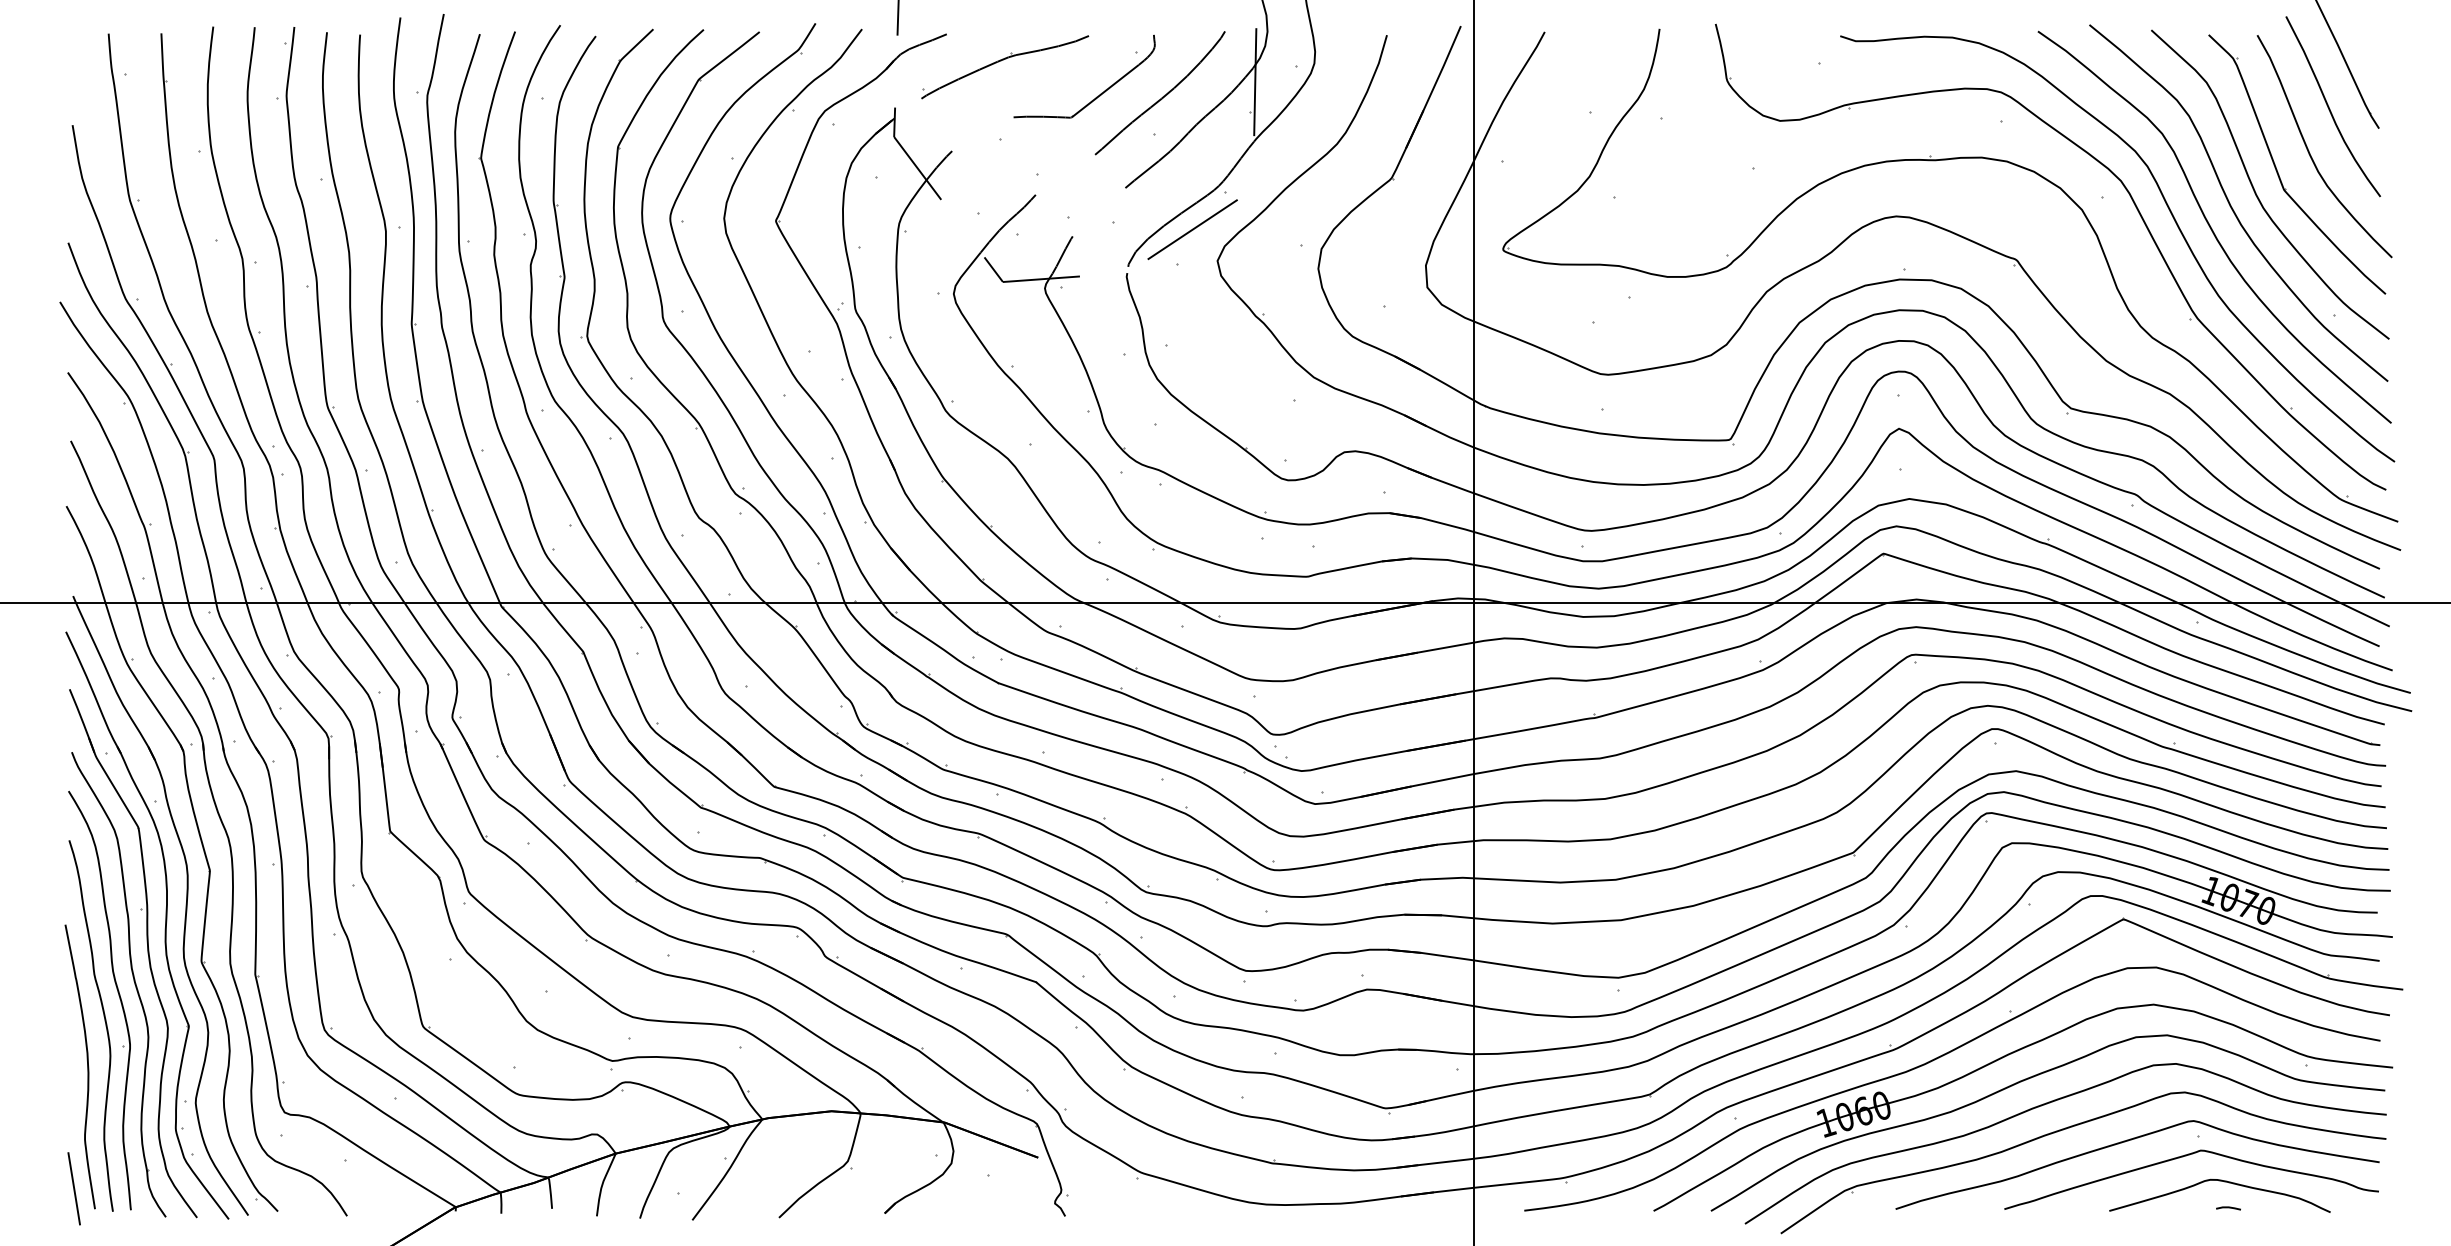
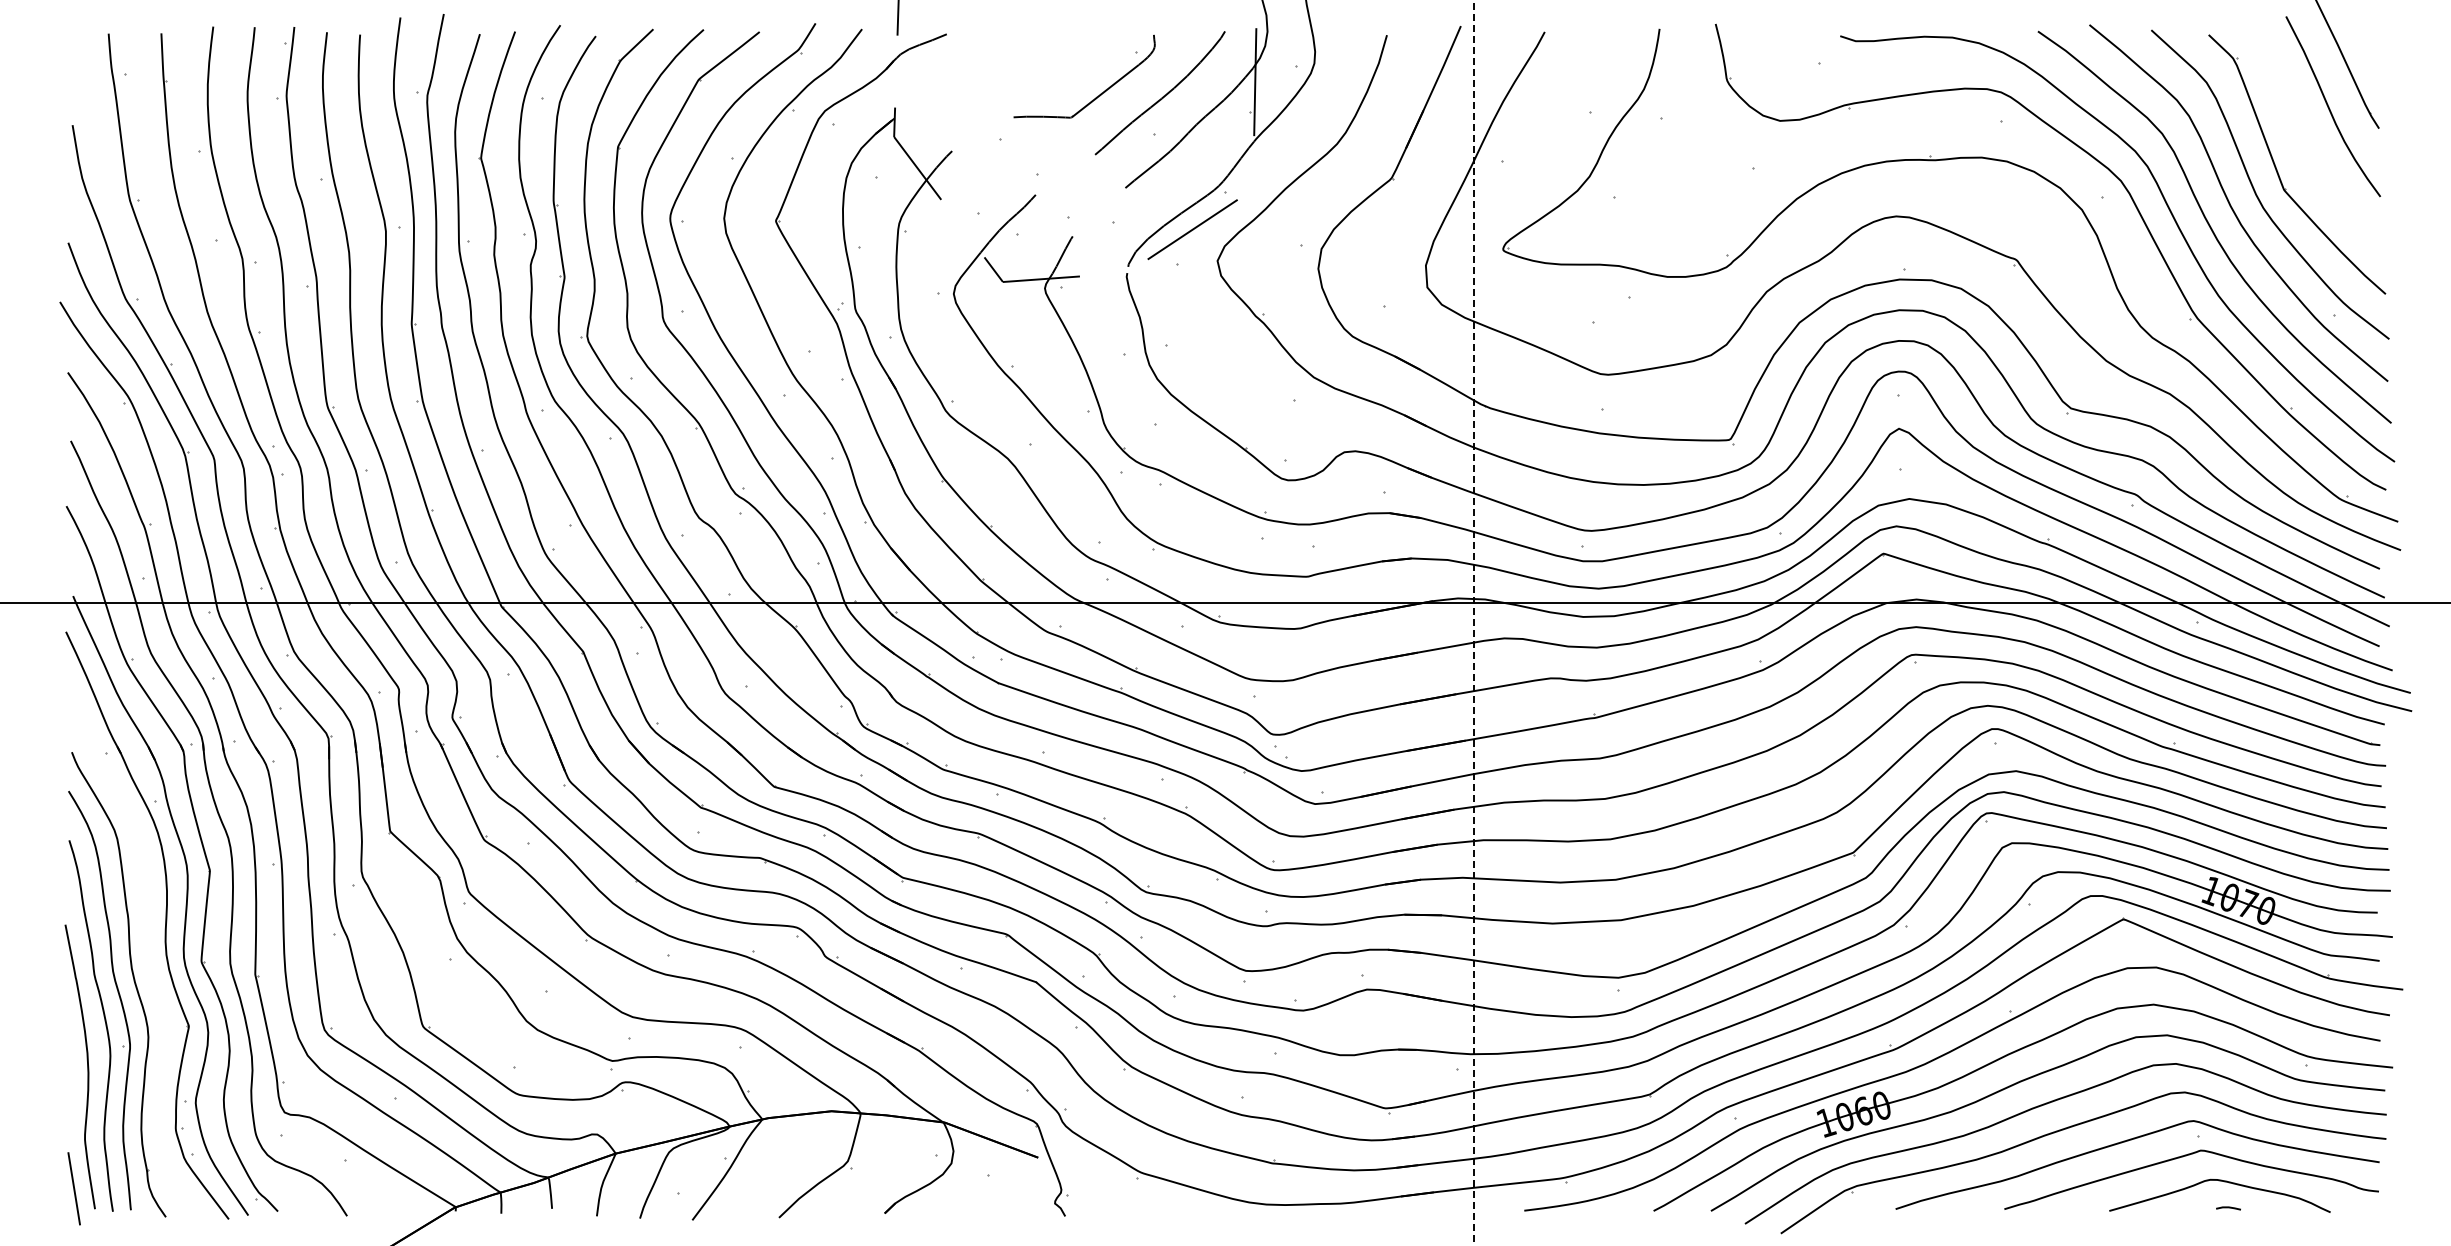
part at (1001, 61): present -> none
curve at (2309, 150): present -> none
line at (1473, 622): solid -> dashed
part at (147, 953): present -> none
